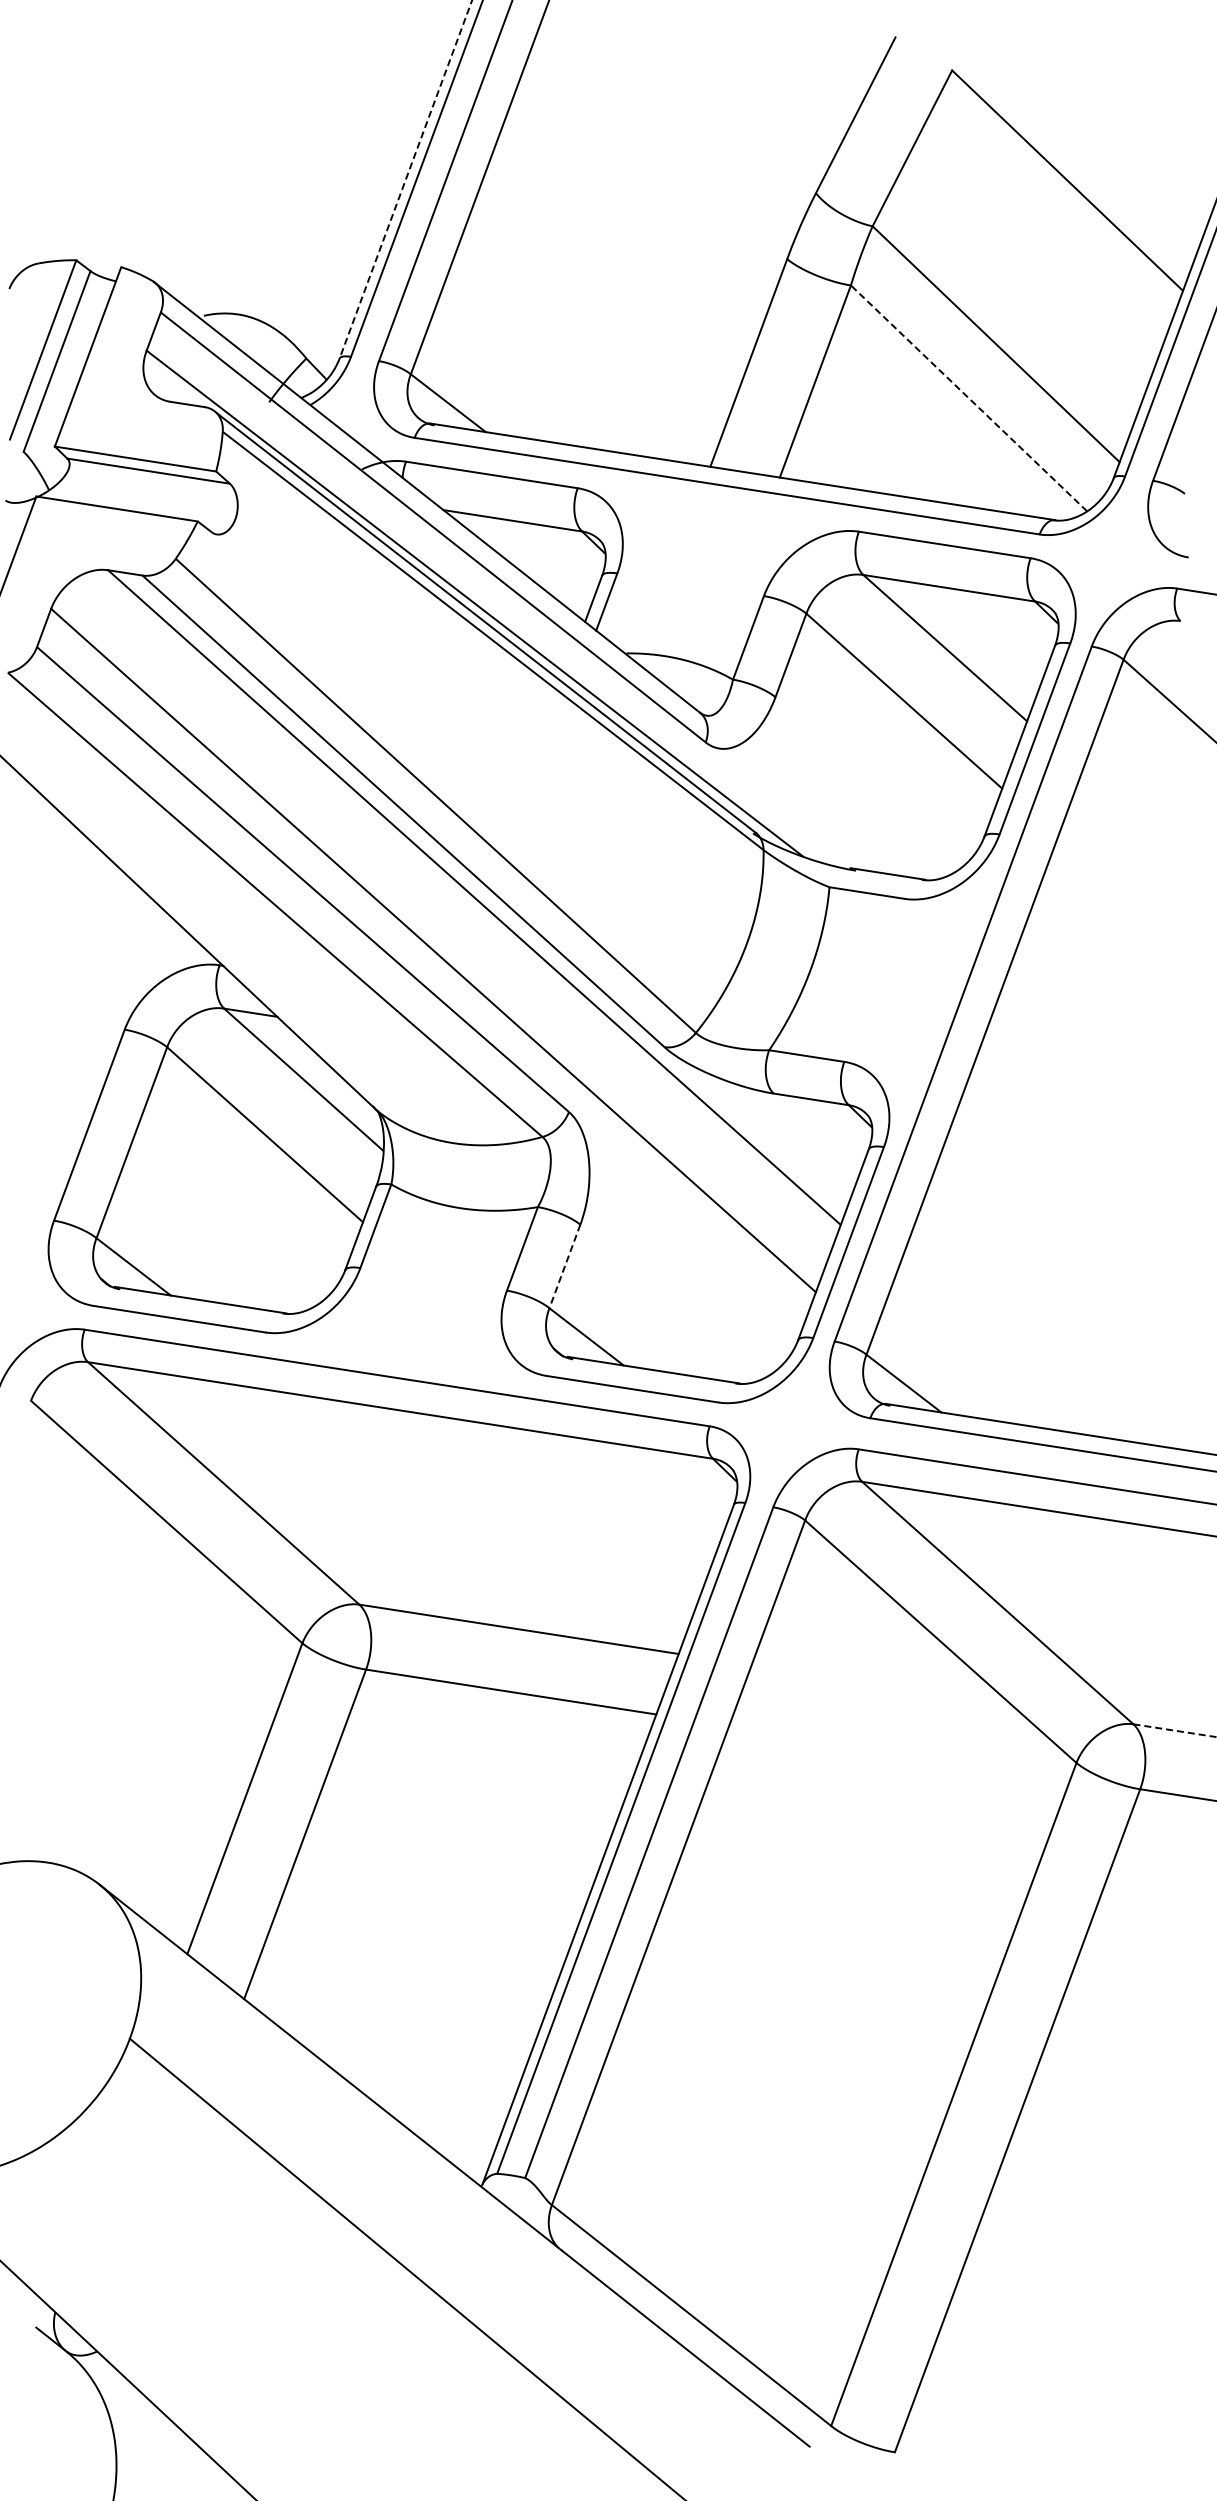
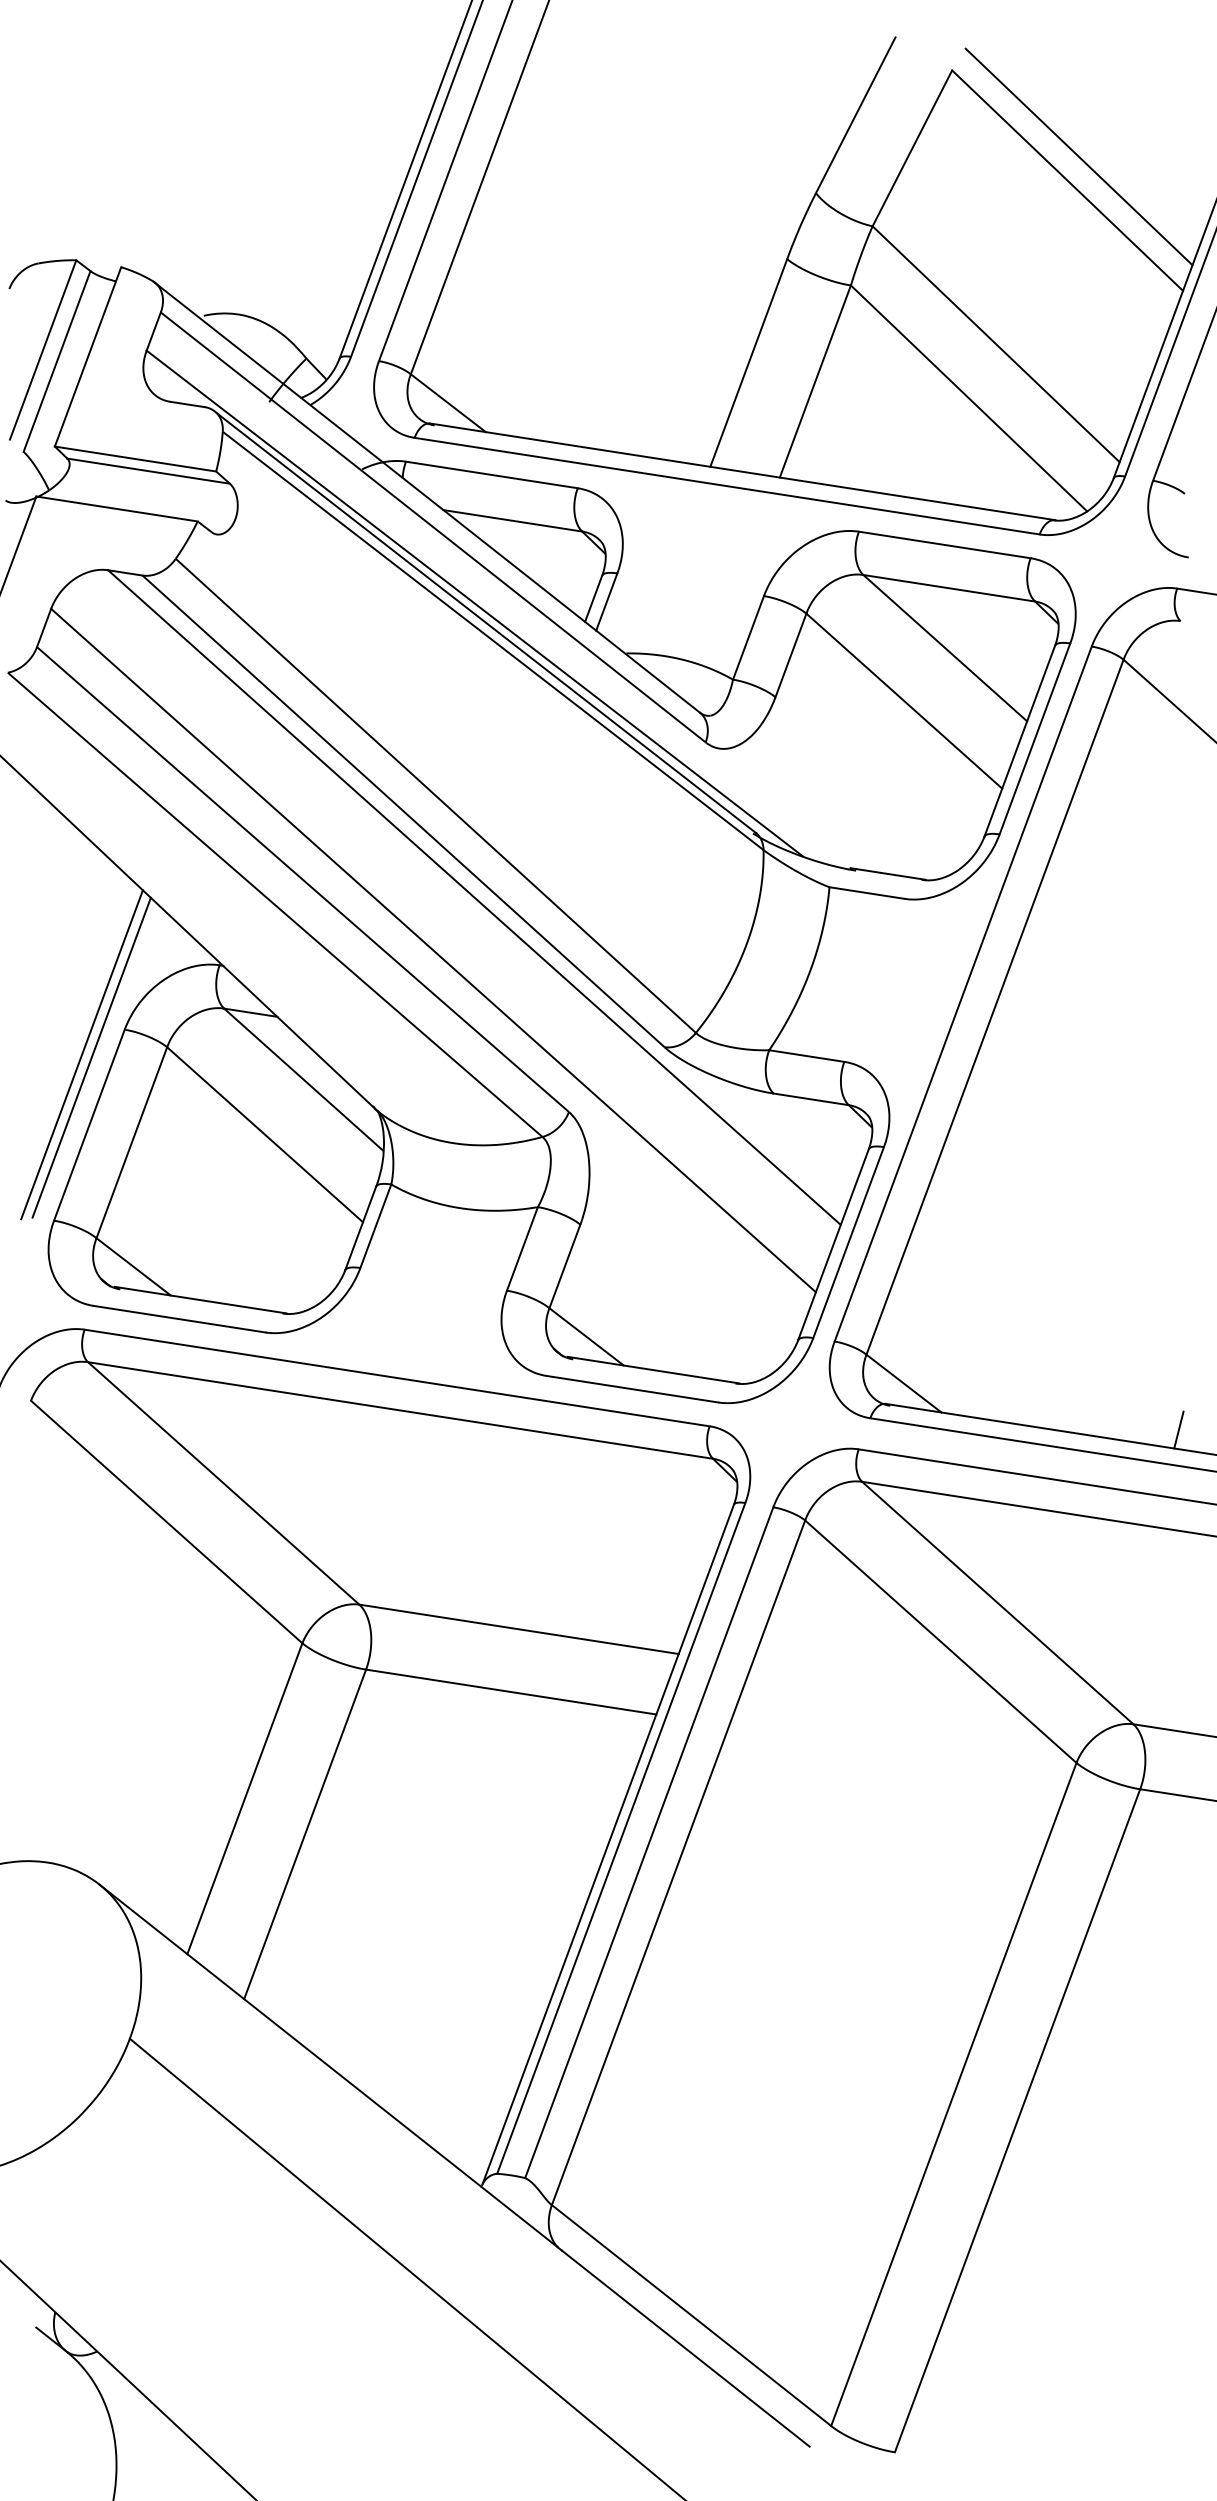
line at (1078, 156): none -> present
line at (405, 179): dashed -> solid
line at (968, 398): dashed -> solid
line at (81, 1054): none -> present
line at (91, 1057): none -> present
line at (564, 1266): dashed -> solid
line at (1178, 1429): none -> present
line at (1174, 1730): dashed -> solid
